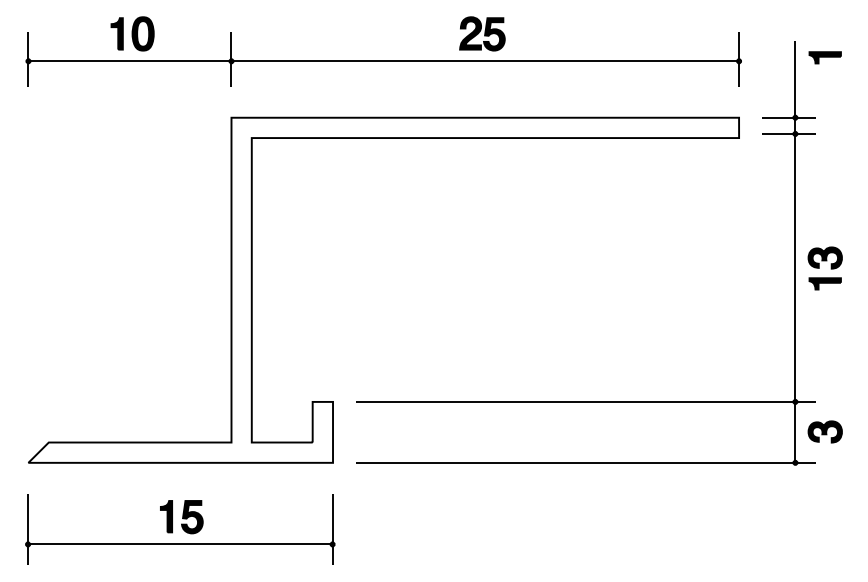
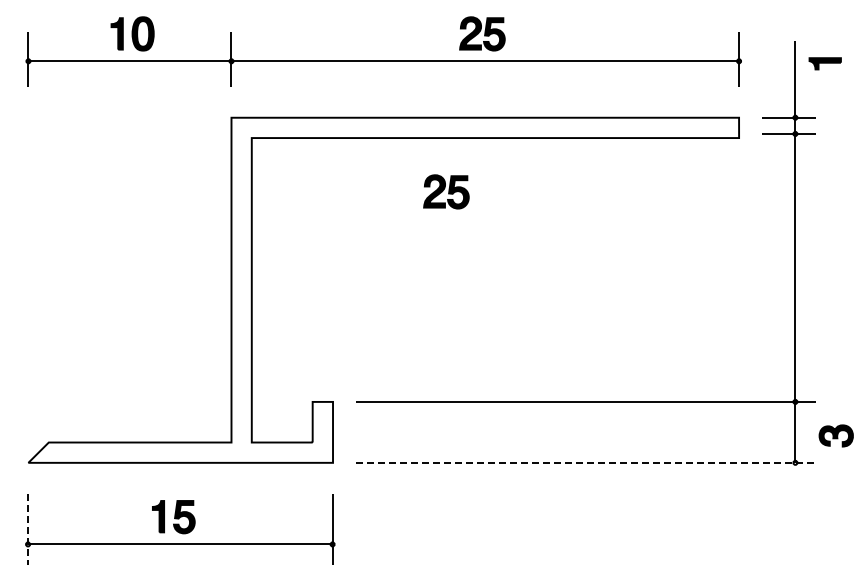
part at (824, 57) position: (824, 57) -> (824, 63)
part at (446, 191): none -> present
part at (824, 268): present -> none
part at (824, 431) position: (824, 431) -> (835, 435)
line at (586, 462): solid -> dashed
part at (181, 517) position: (181, 517) -> (173, 517)
line at (28, 530): solid -> dashed
